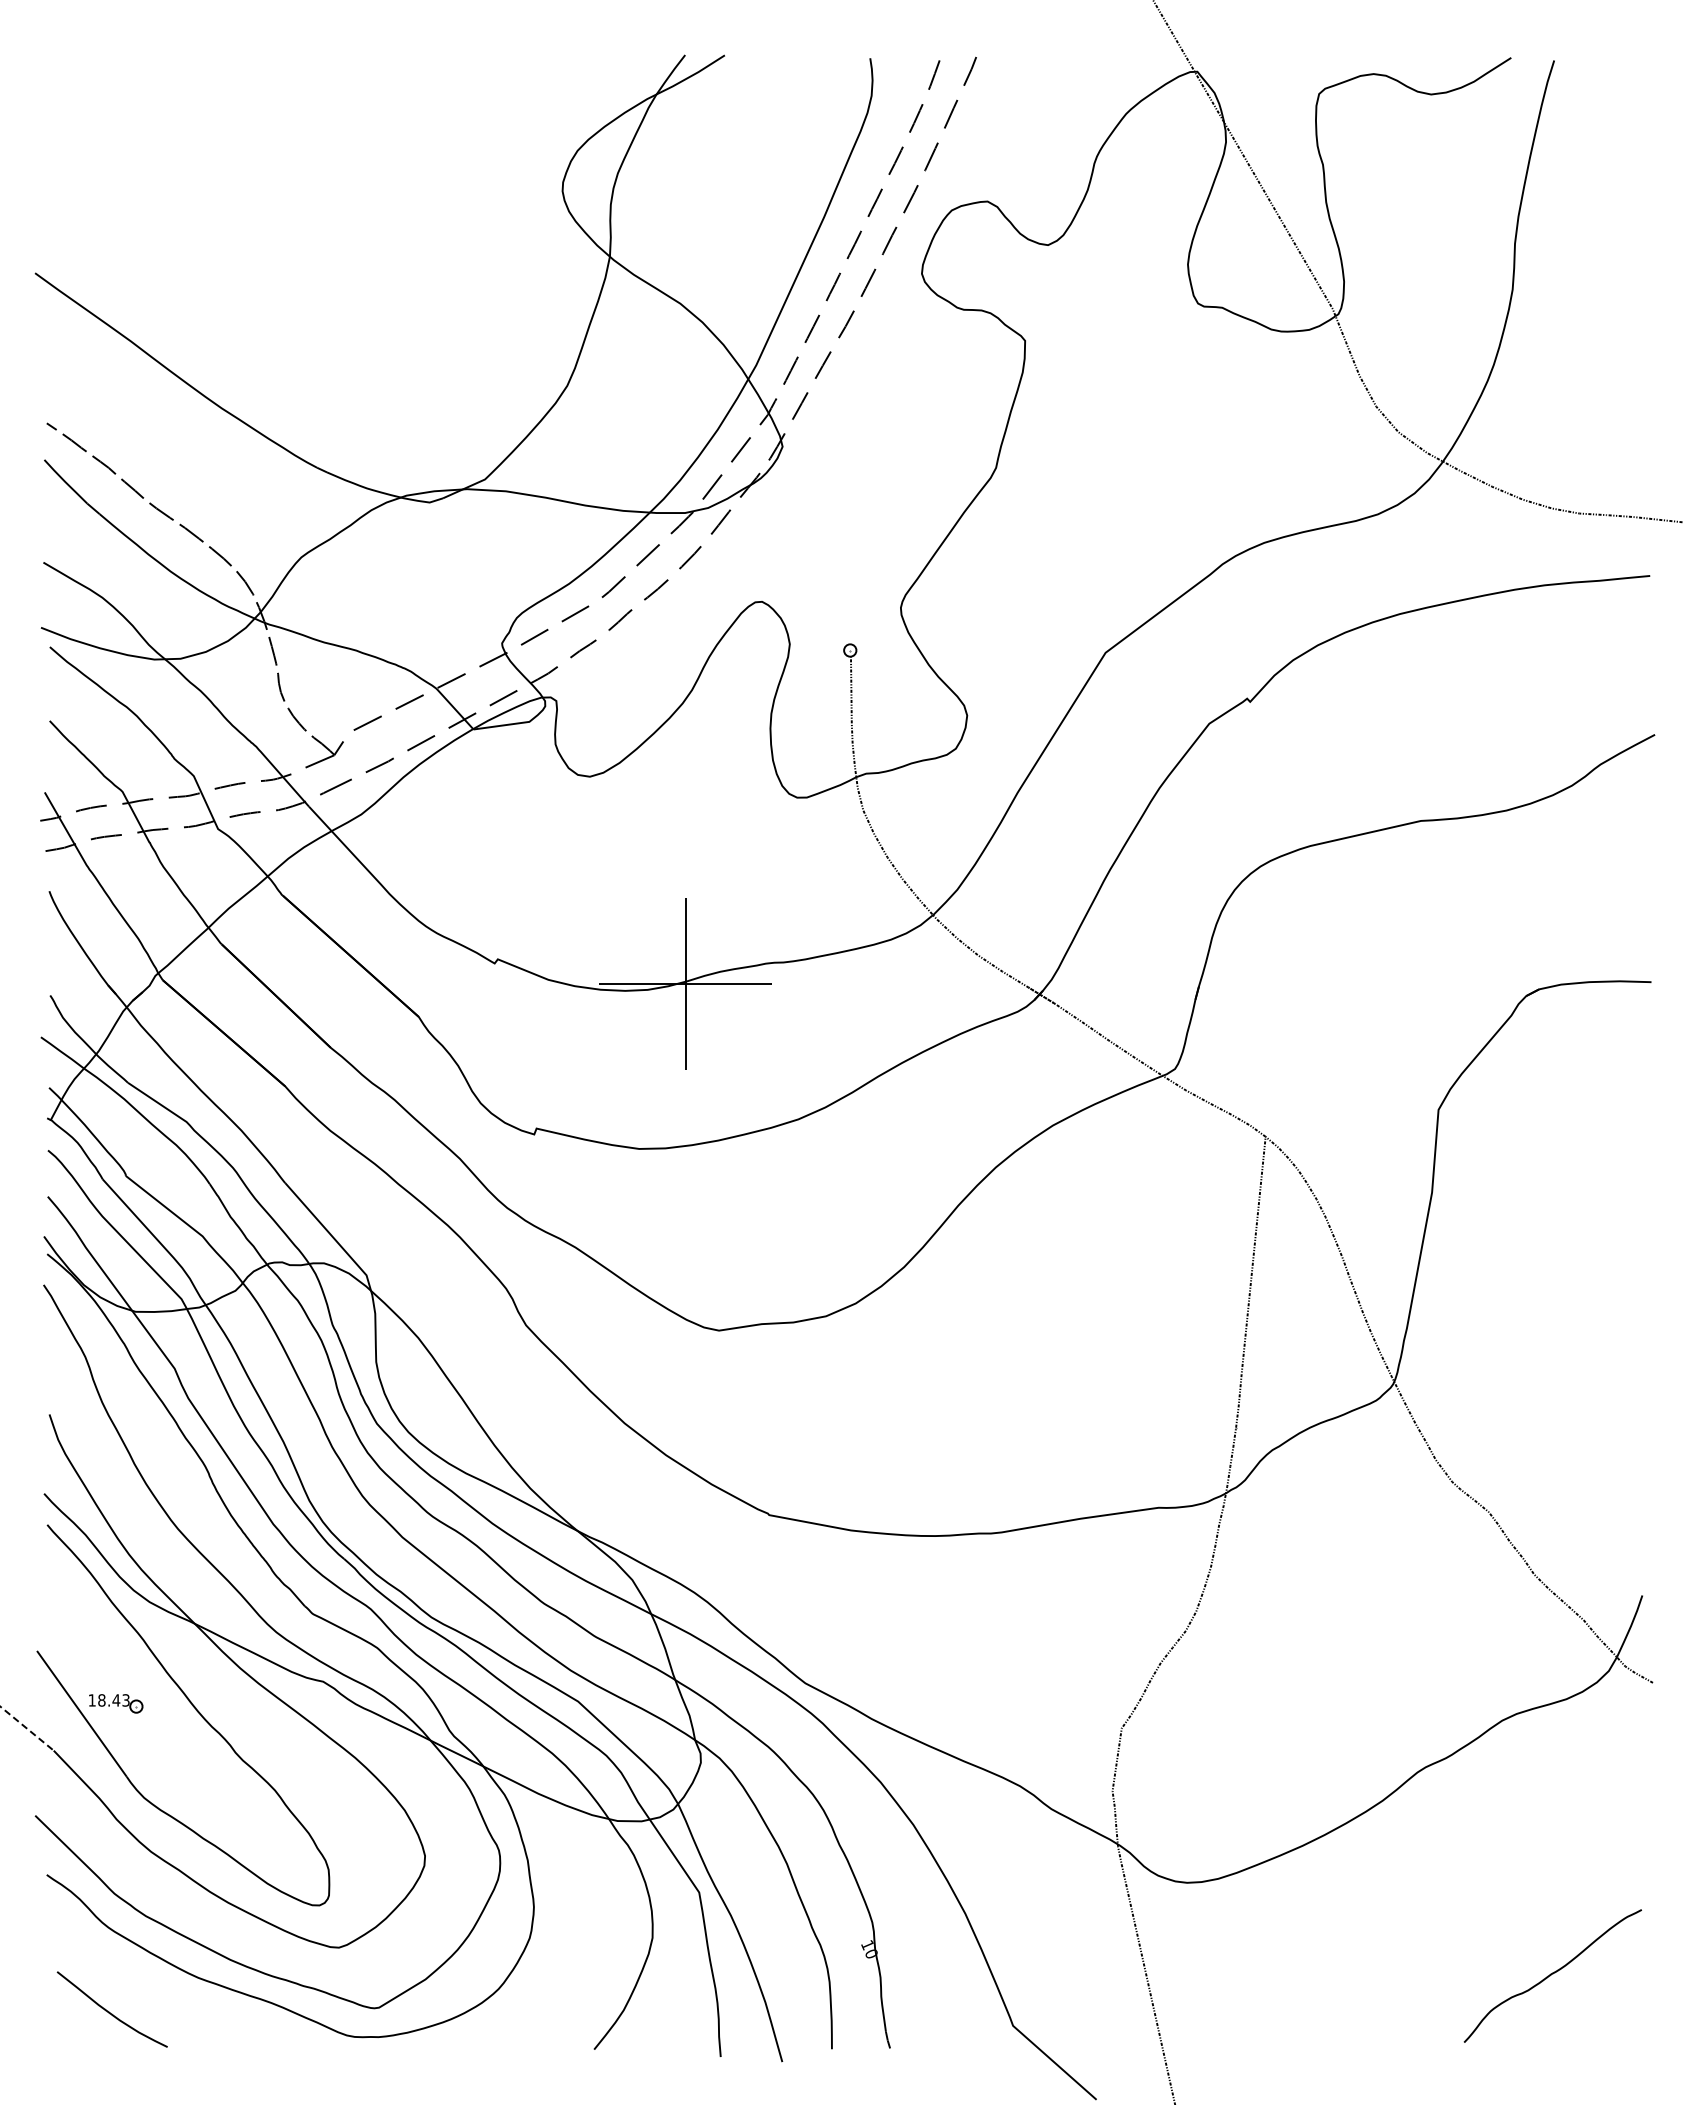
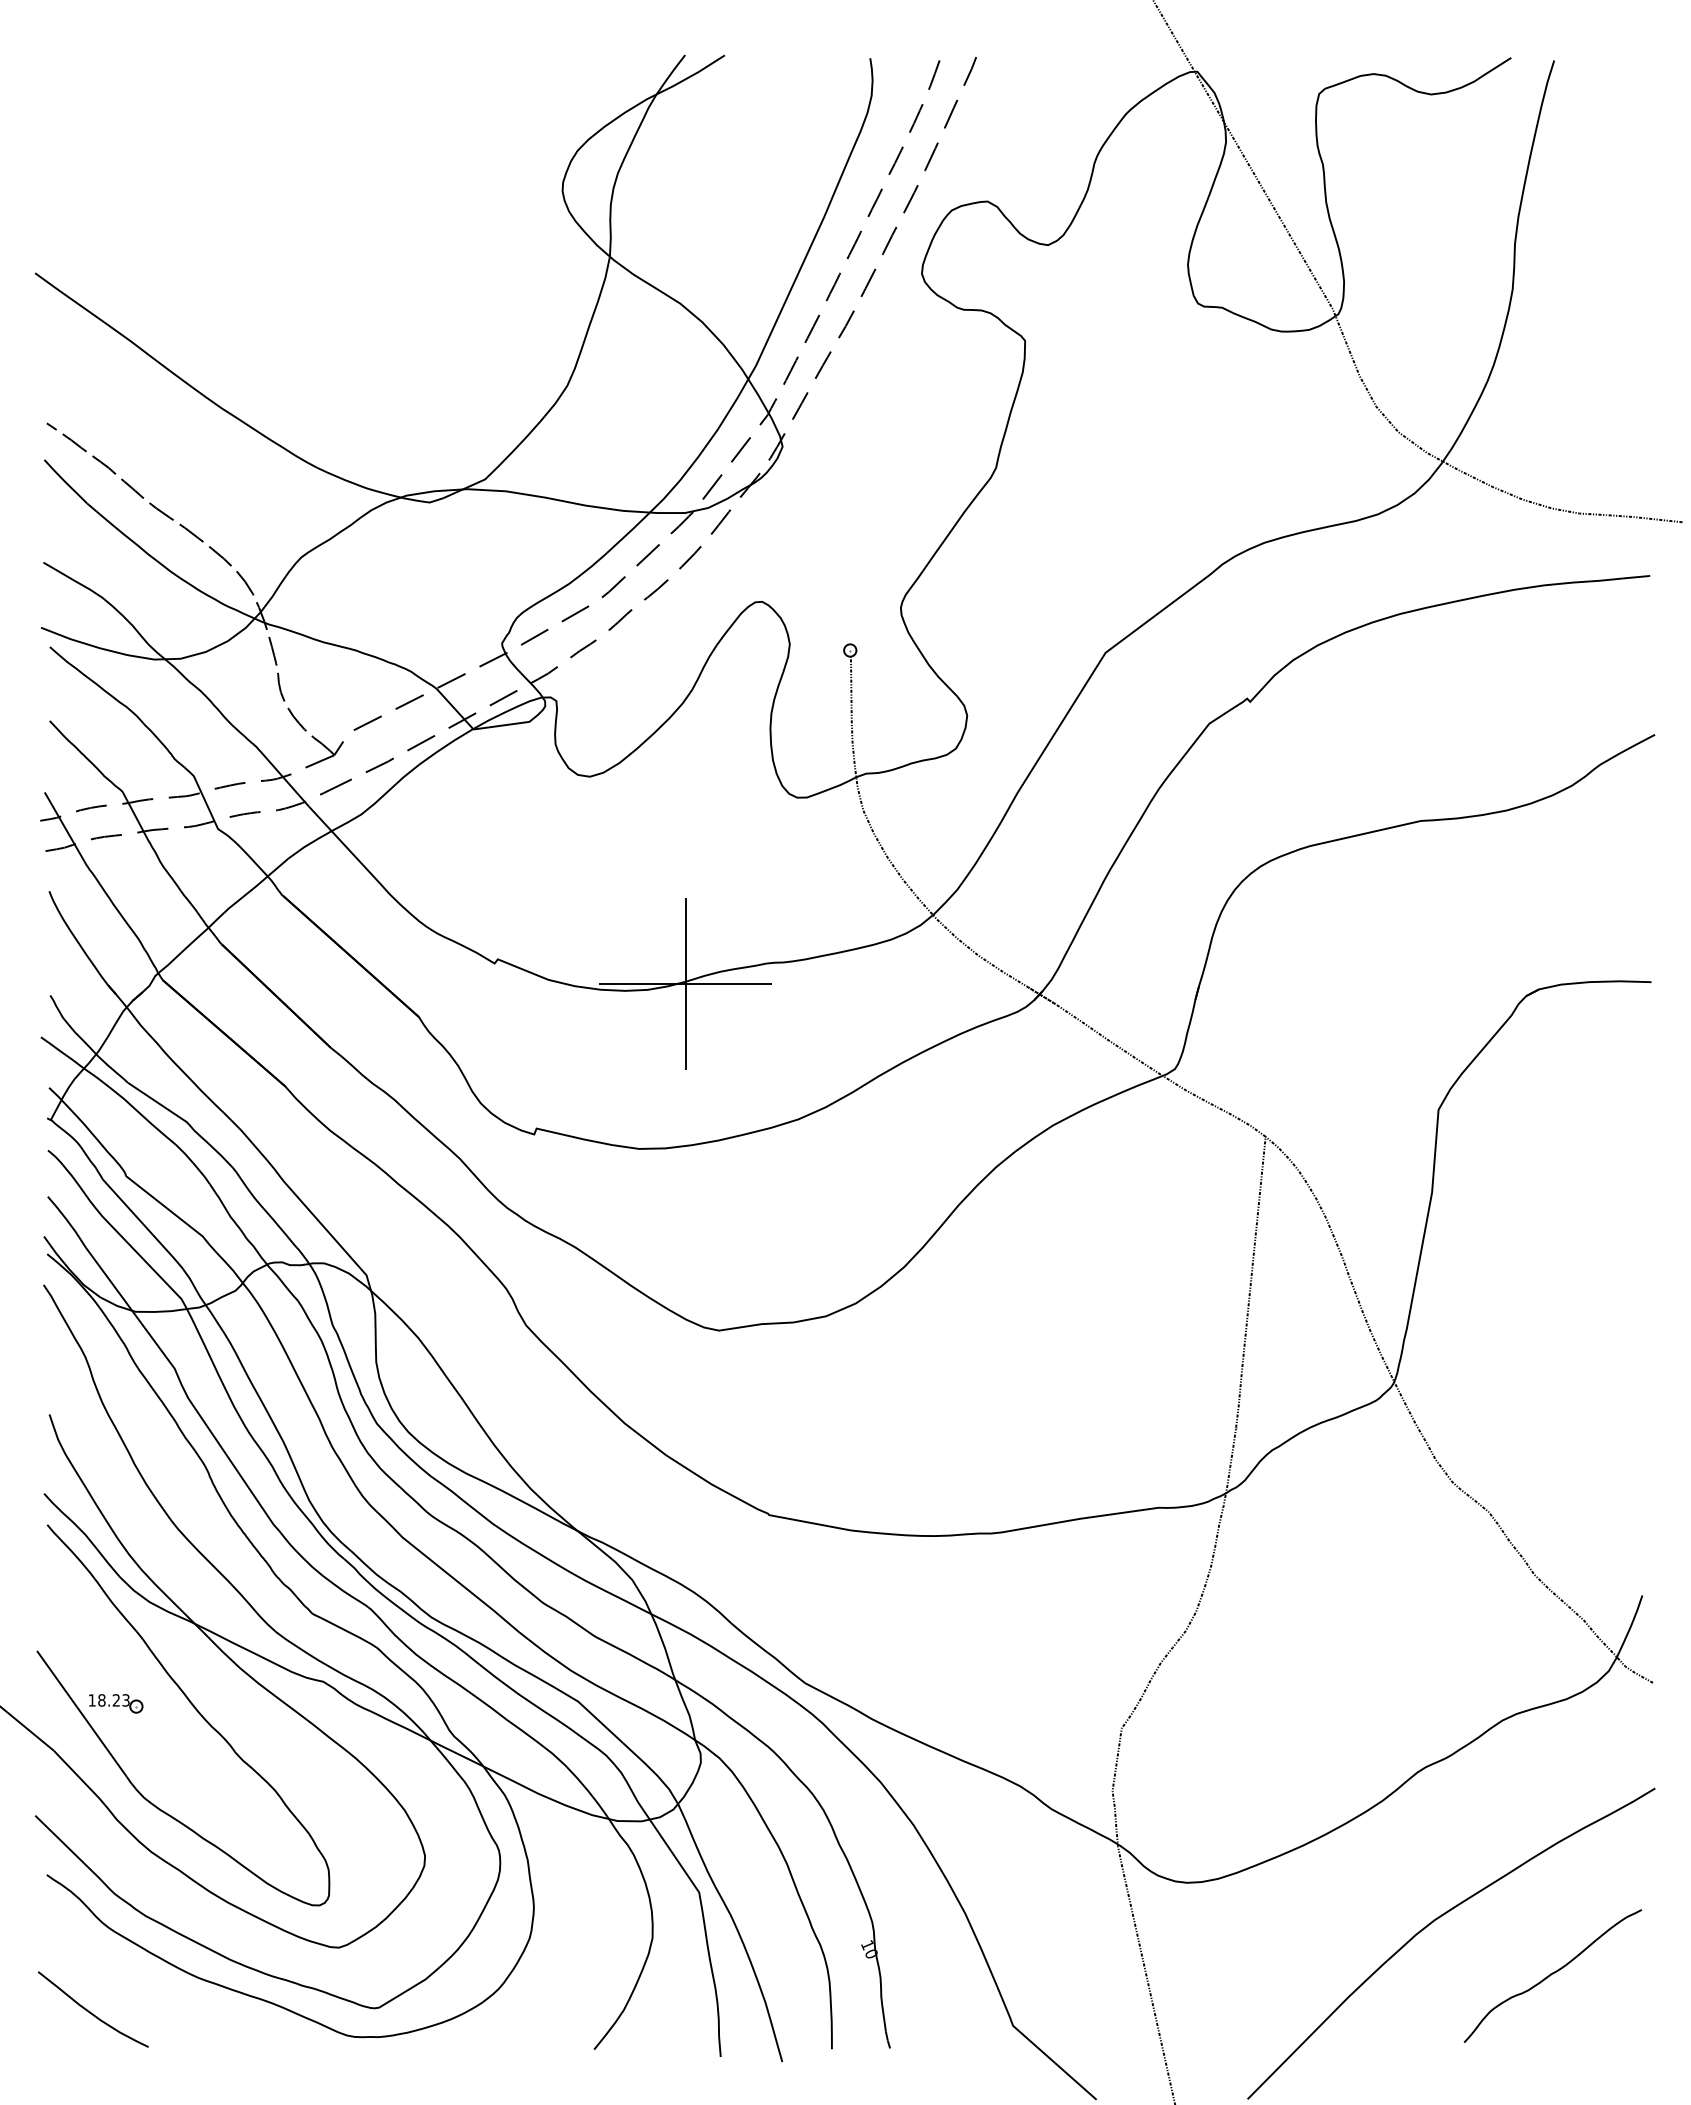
text at (116, 1700): 18.43 -> 18.23
line at (26, 1728): dashed -> solid
curve at (1436, 1920): none -> present
curve at (109, 2011) position: (109, 2011) -> (90, 2011)
